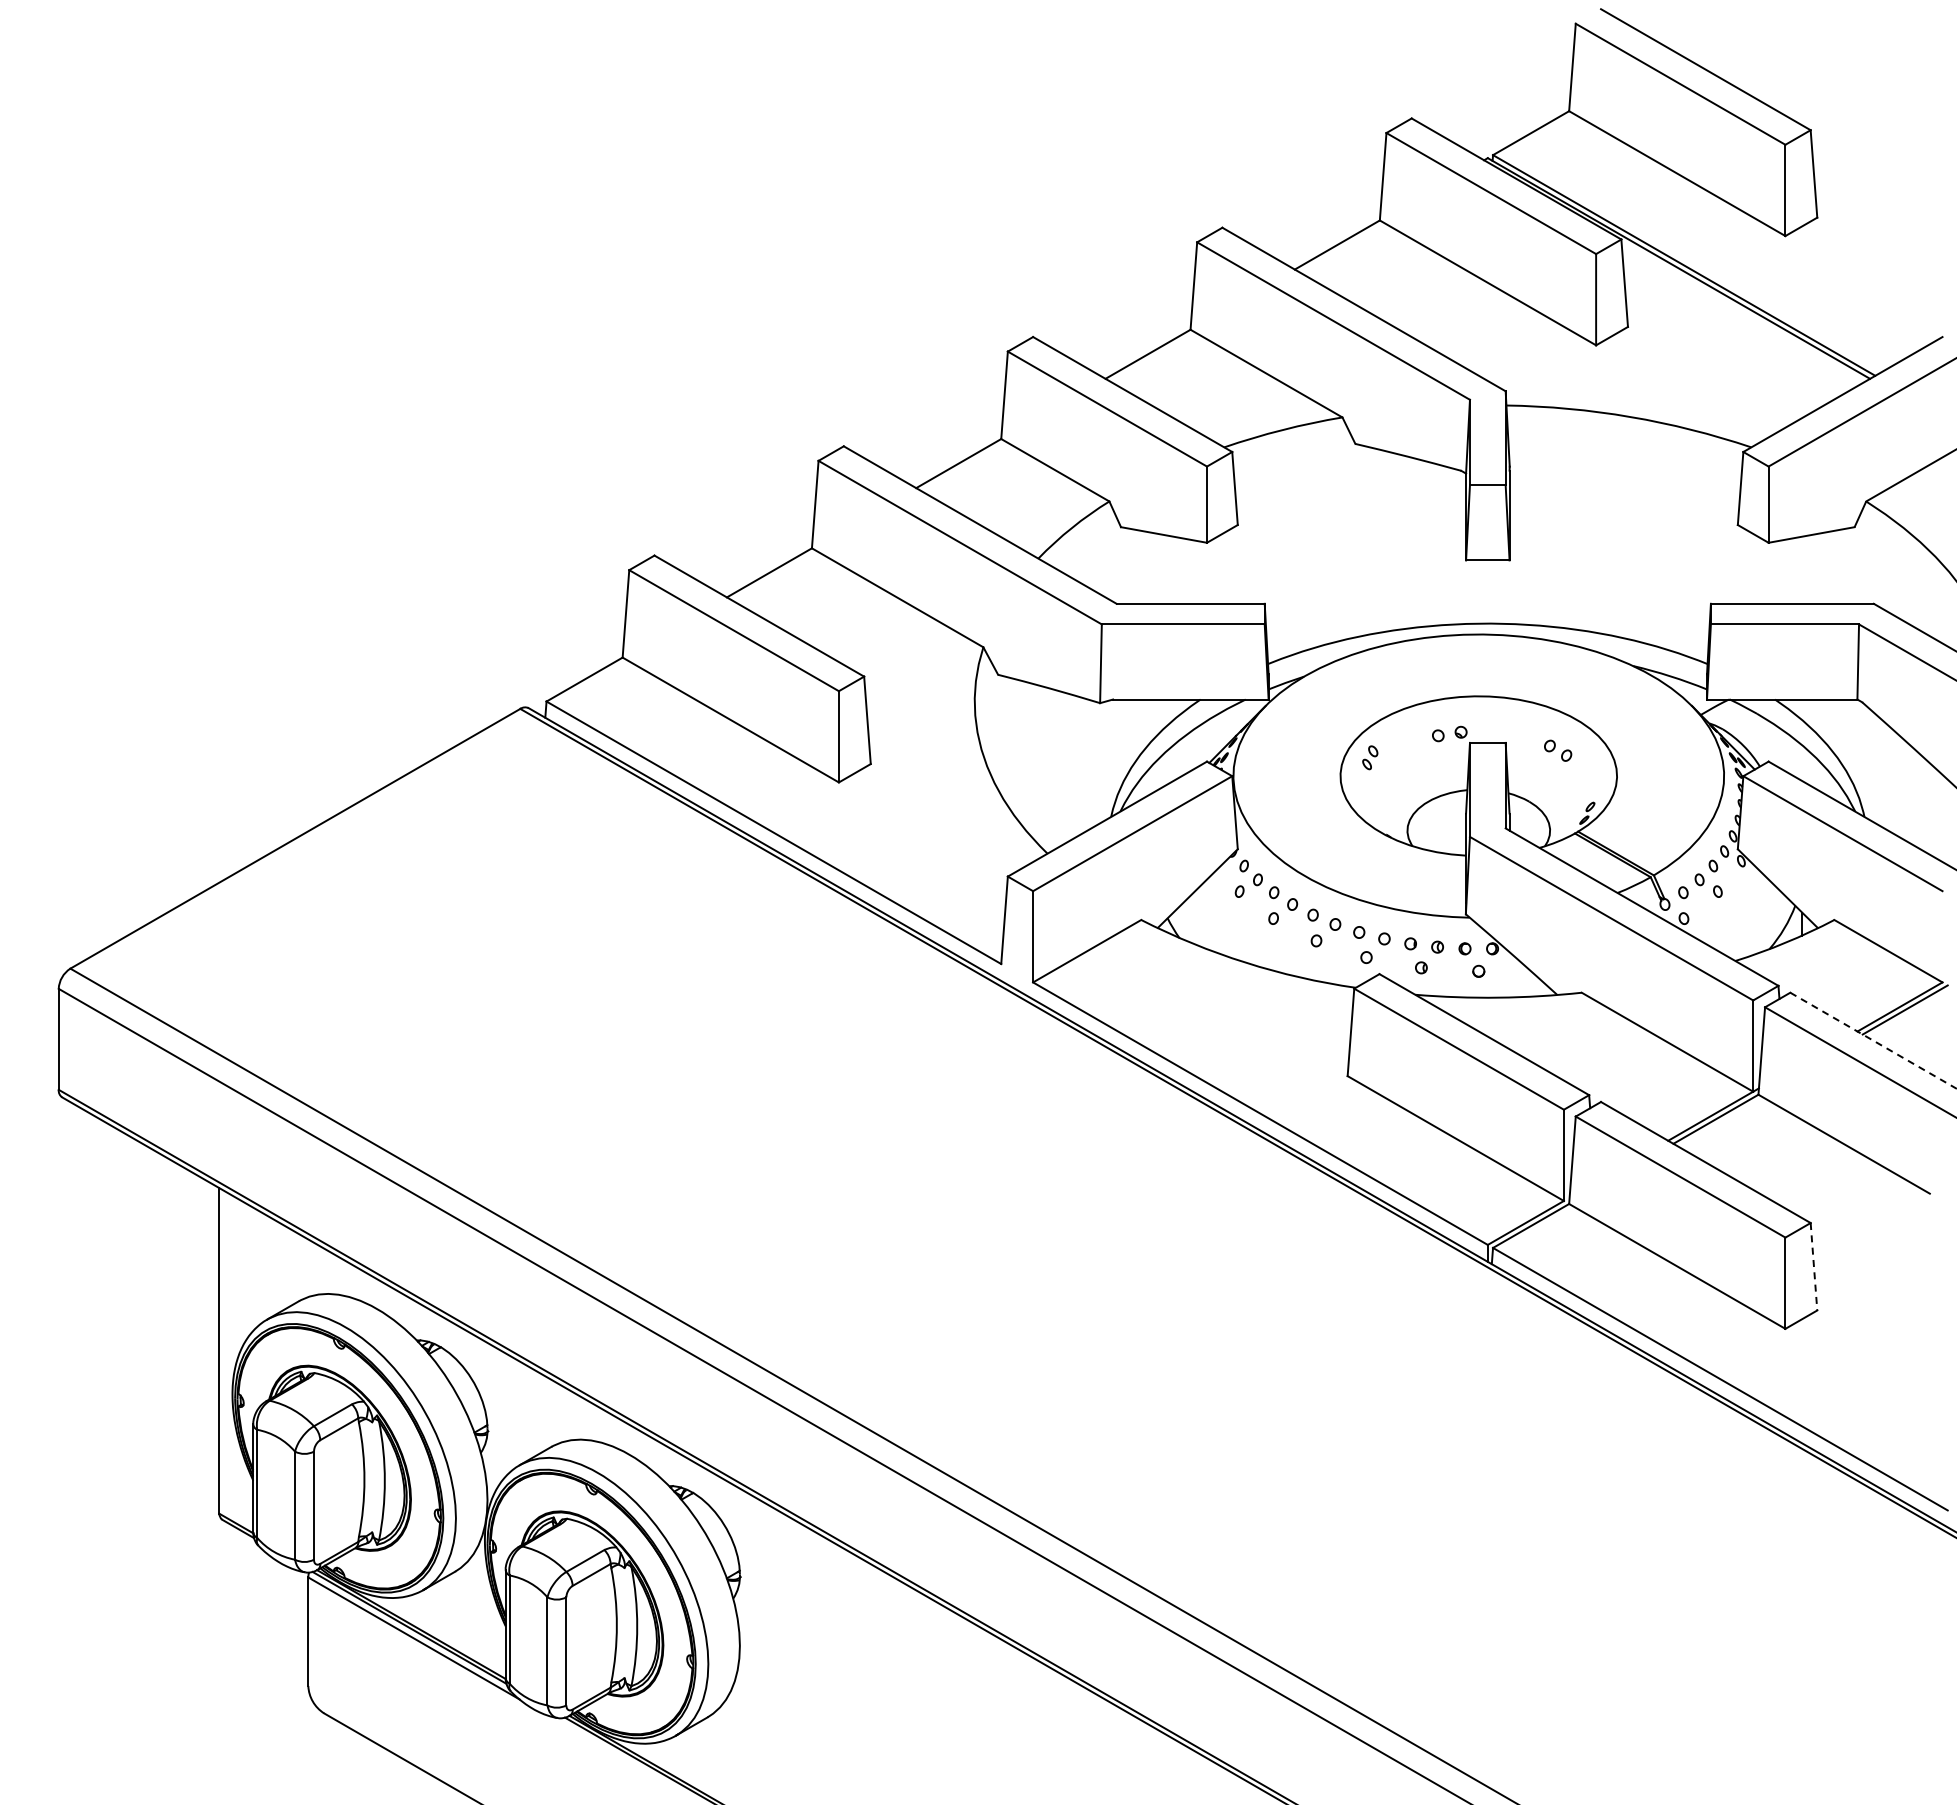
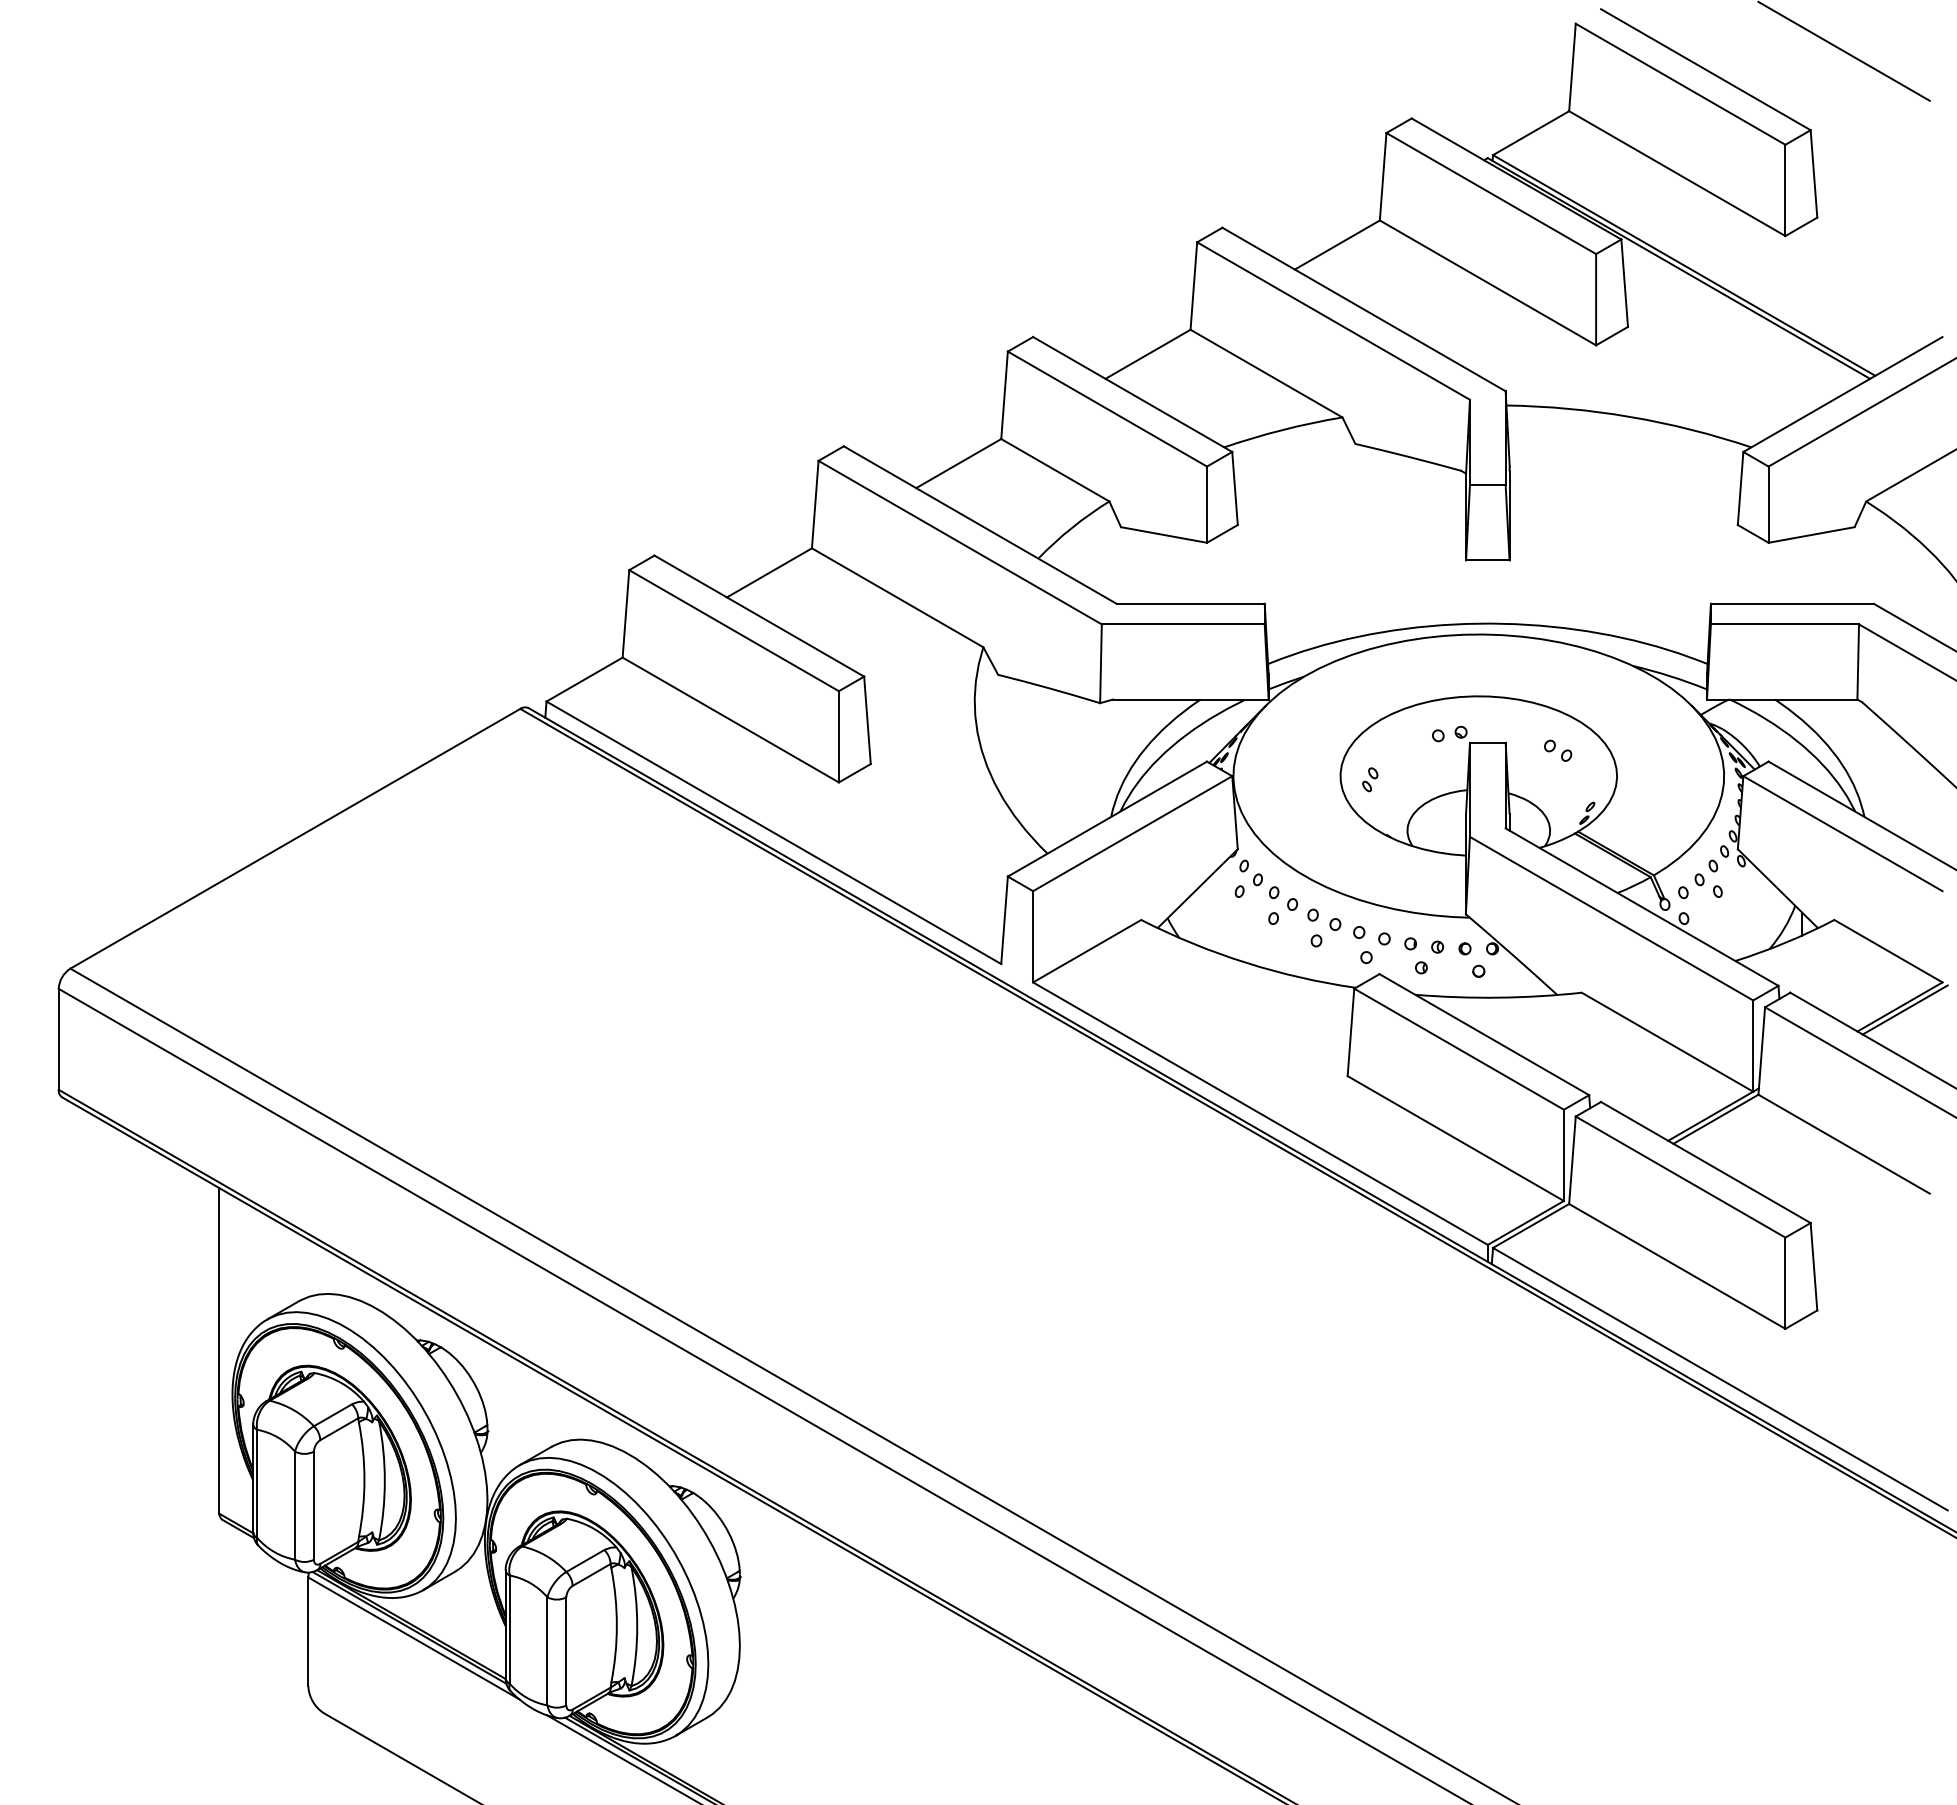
line at (1844, 51): none -> present
part at (1370, 757) position: (1370, 757) -> (1370, 779)
line at (1873, 1040): dashed -> solid
line at (1813, 1266): dashed -> solid
line at (621, 1758): none -> present
